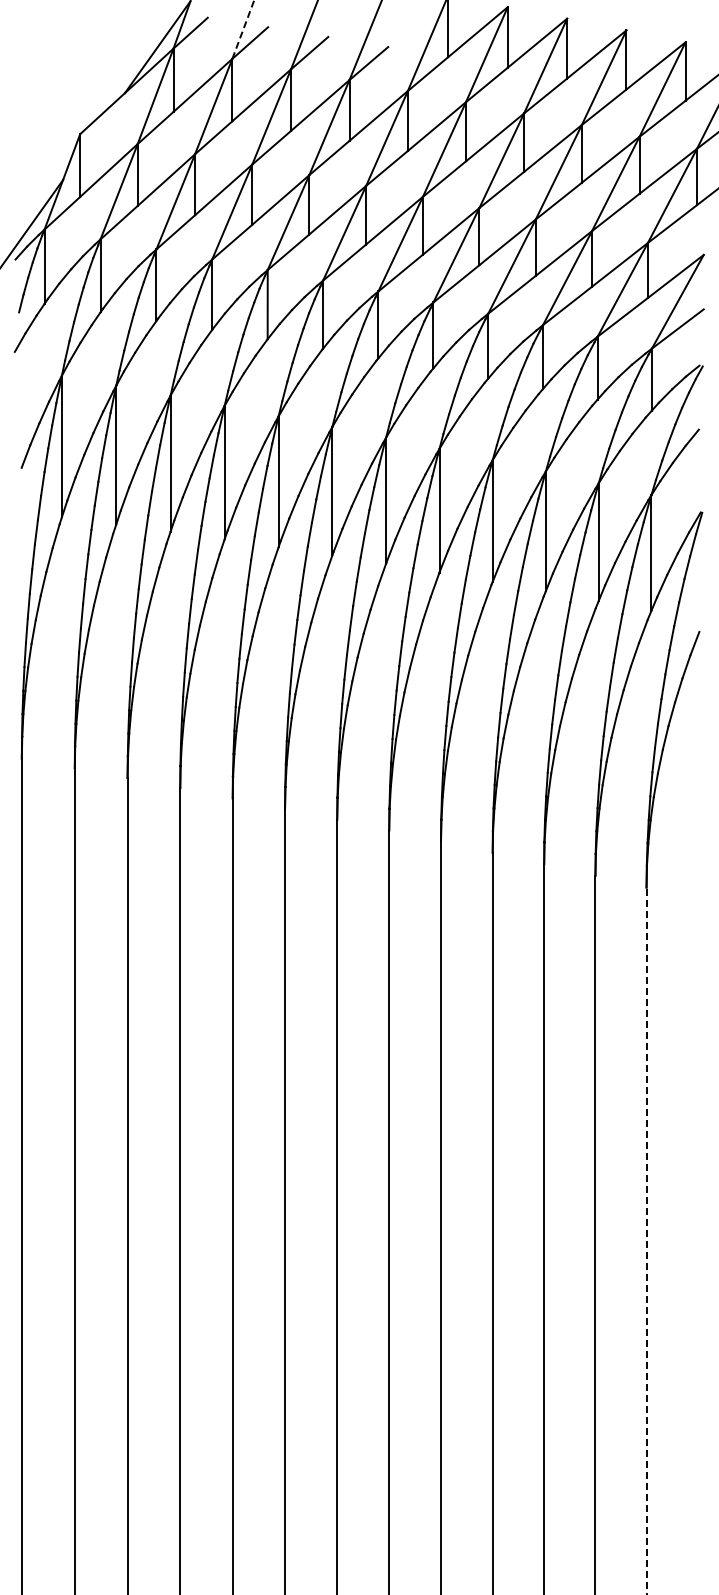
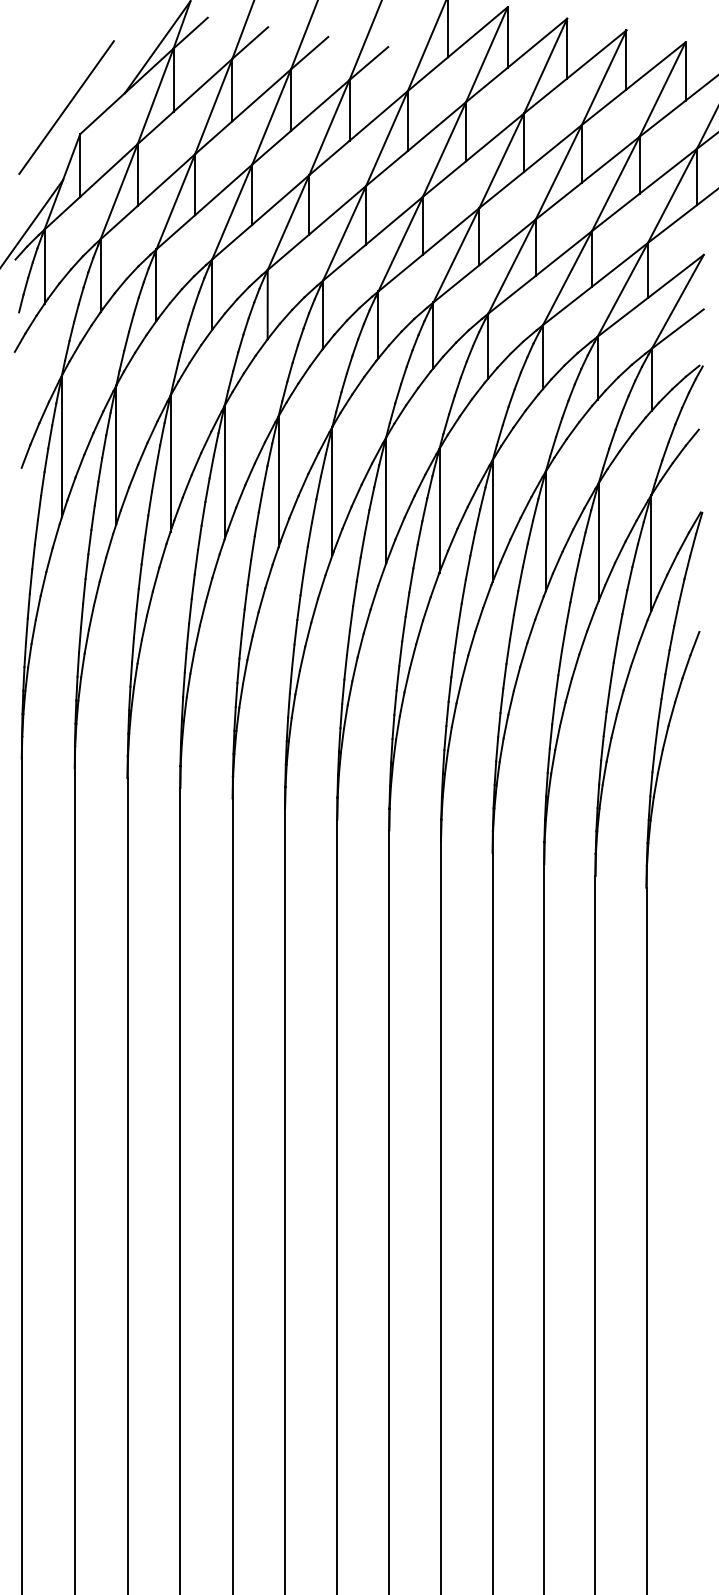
line at (243, 29): dashed -> solid
line at (66, 107): none -> present
line at (646, 1240): dashed -> solid
